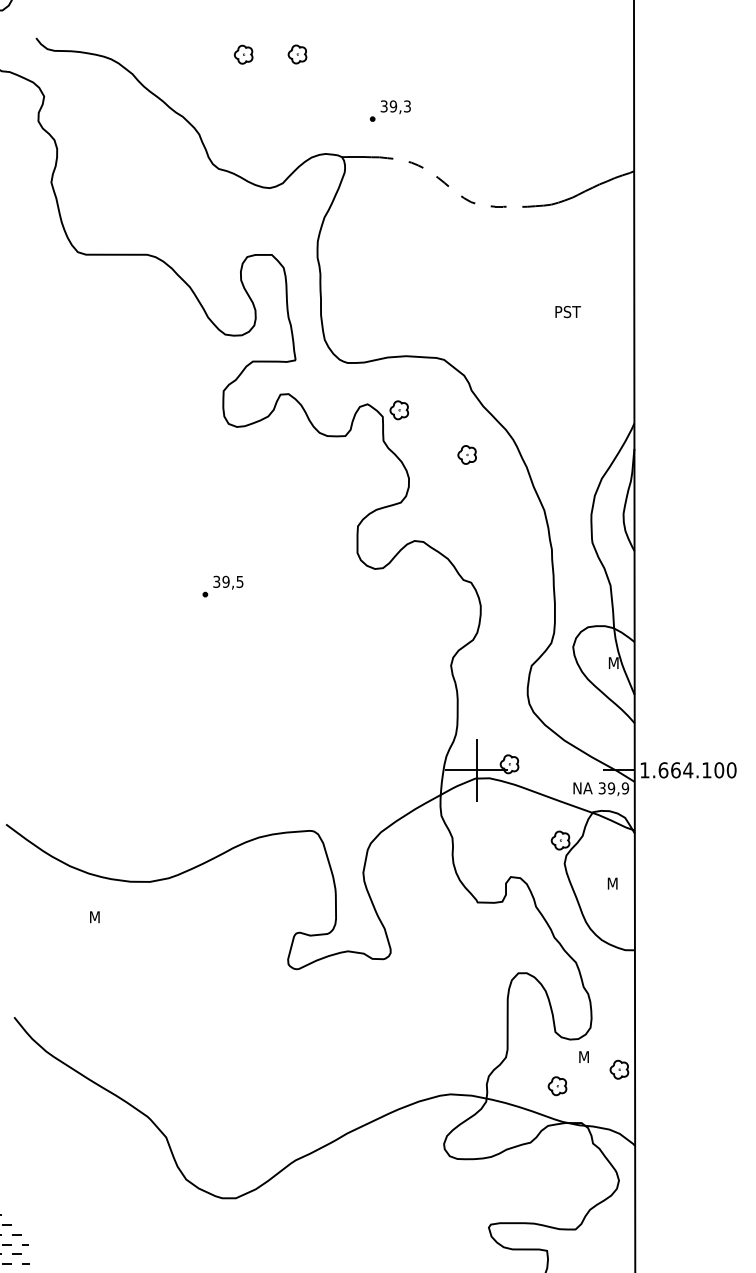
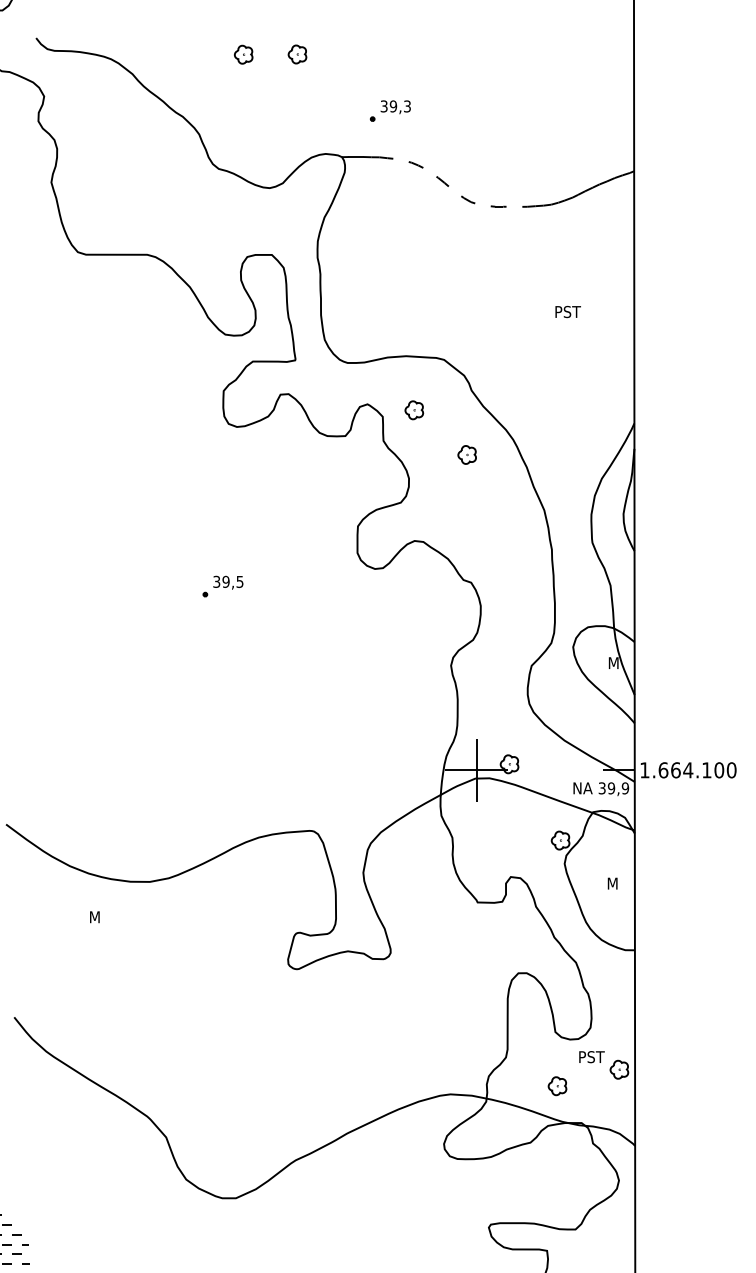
part at (399, 410) position: (399, 410) -> (414, 410)
text at (592, 1057): M -> PST
